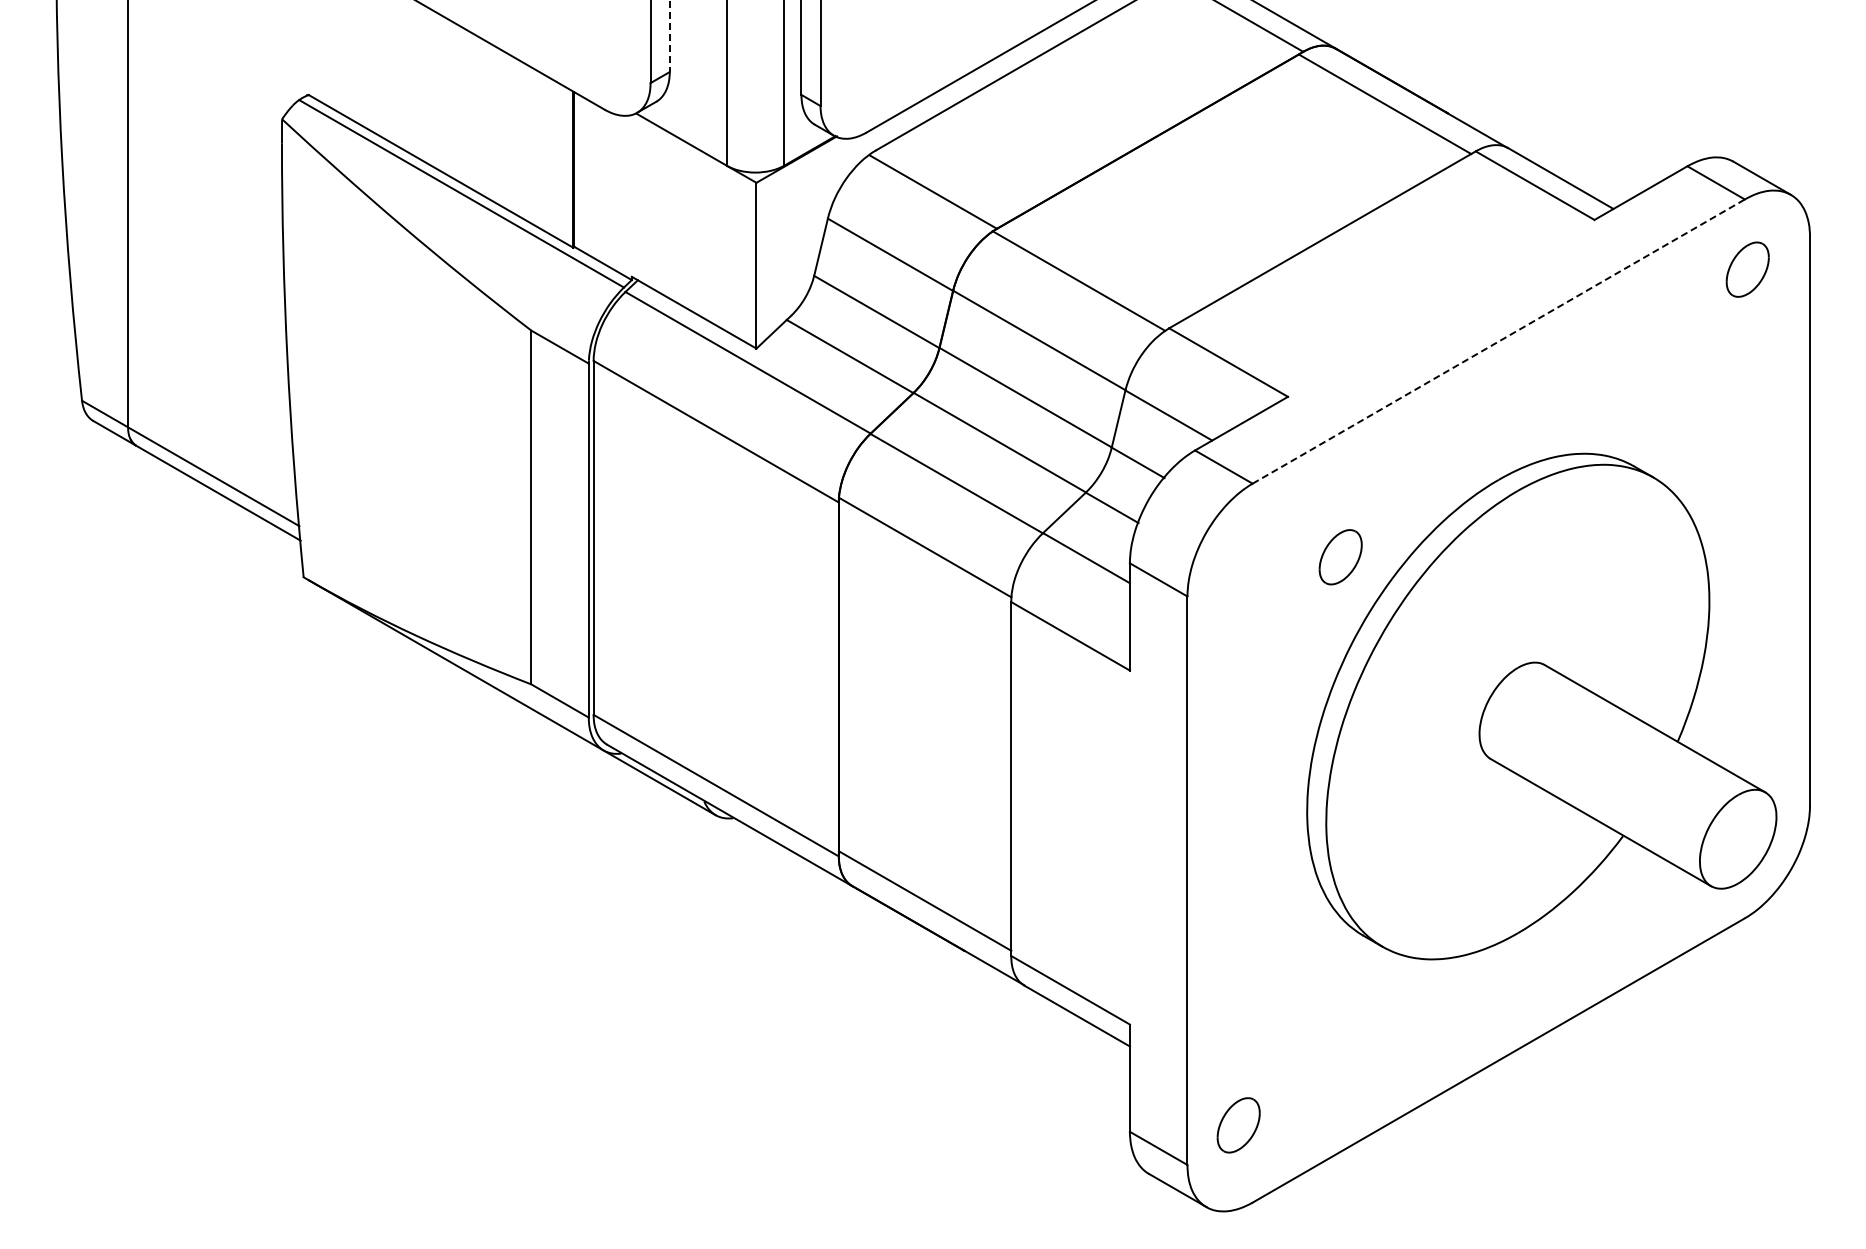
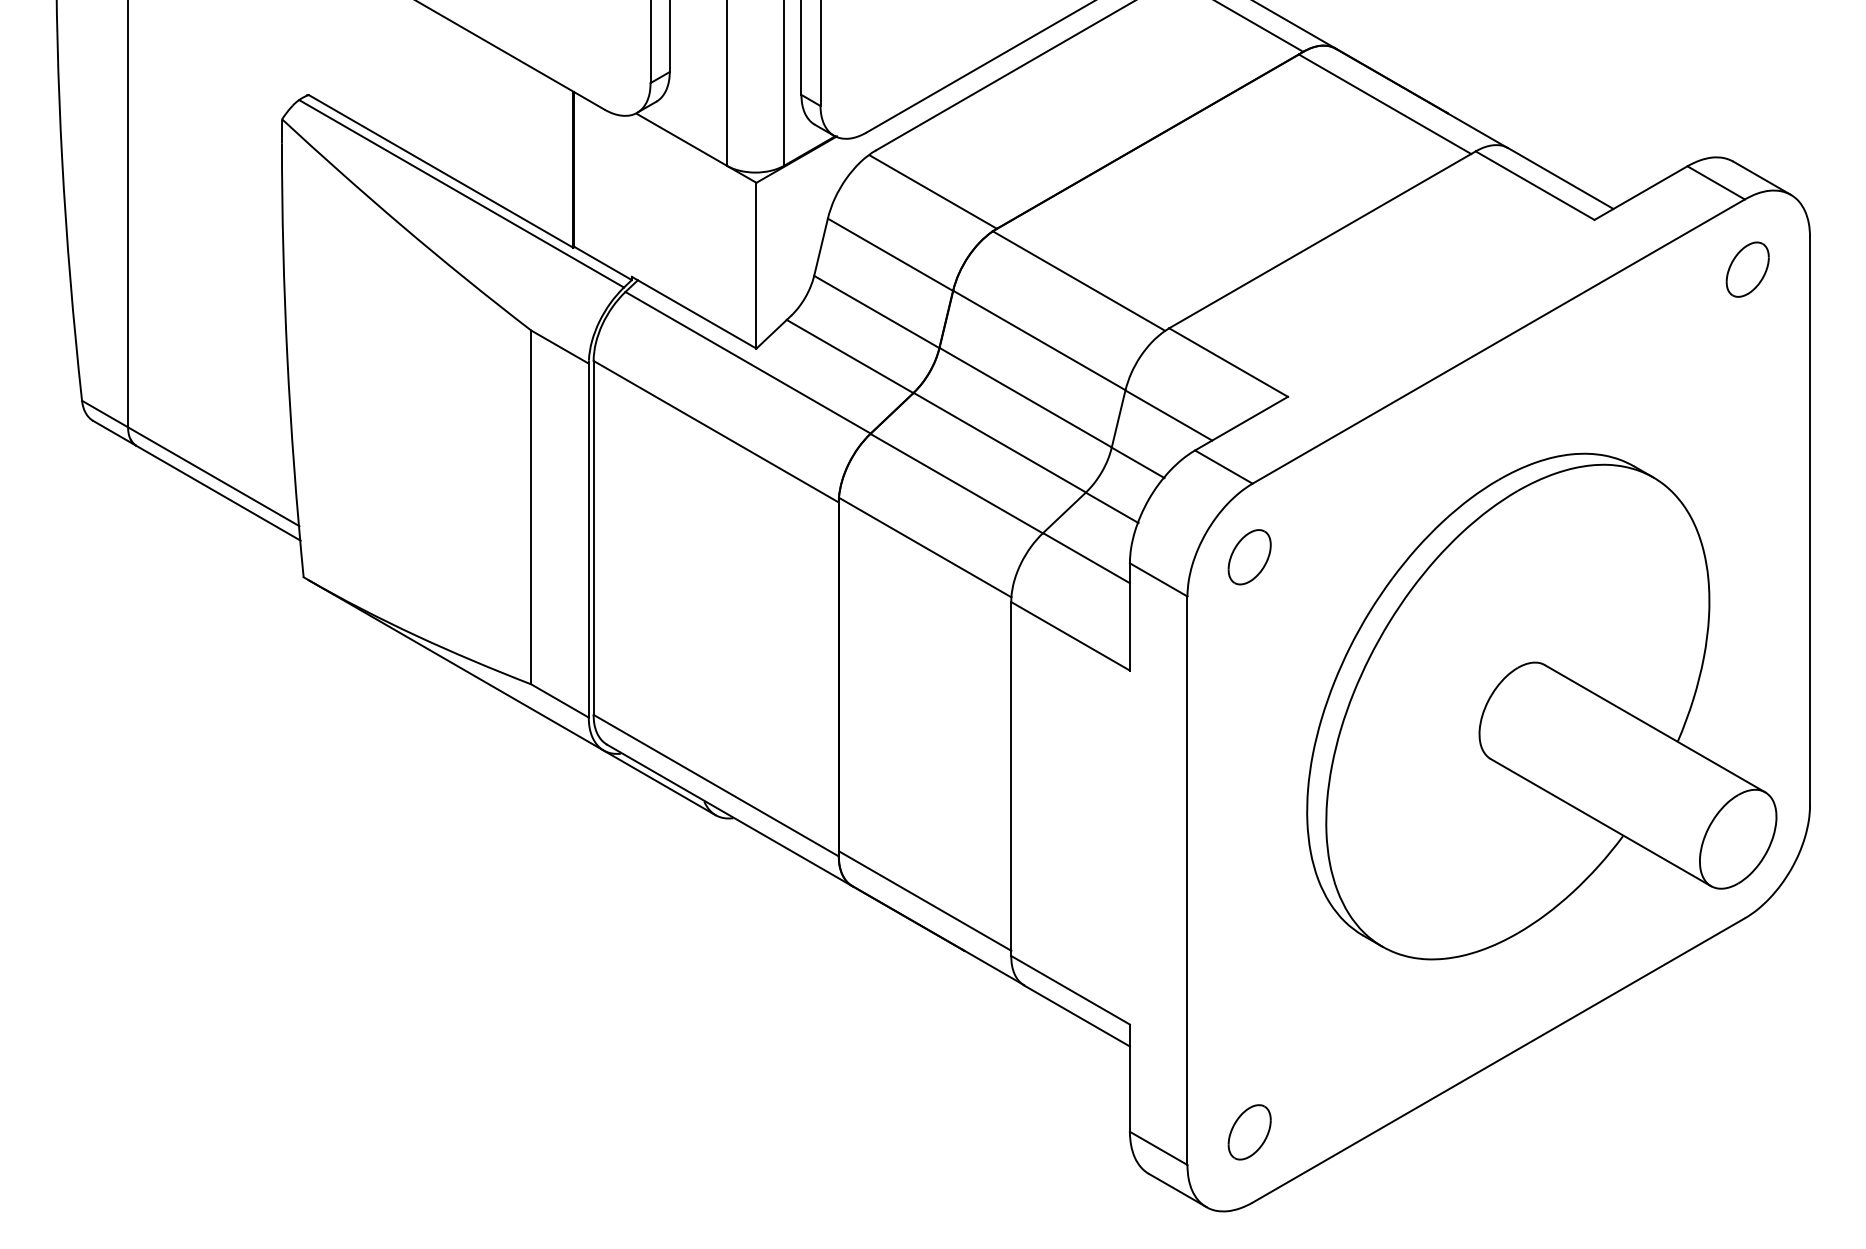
line at (669, 36): dashed -> solid
line at (1499, 341): dashed -> solid
part at (1340, 557) position: (1340, 557) -> (1249, 557)
part at (1238, 1125) position: (1238, 1125) -> (1249, 1132)
